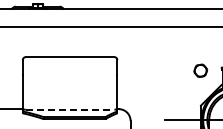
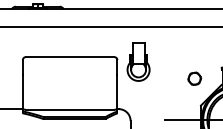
part at (138, 61): none -> present
part at (200, 70) position: (200, 70) -> (194, 78)
line at (70, 109): dashed -> solid
